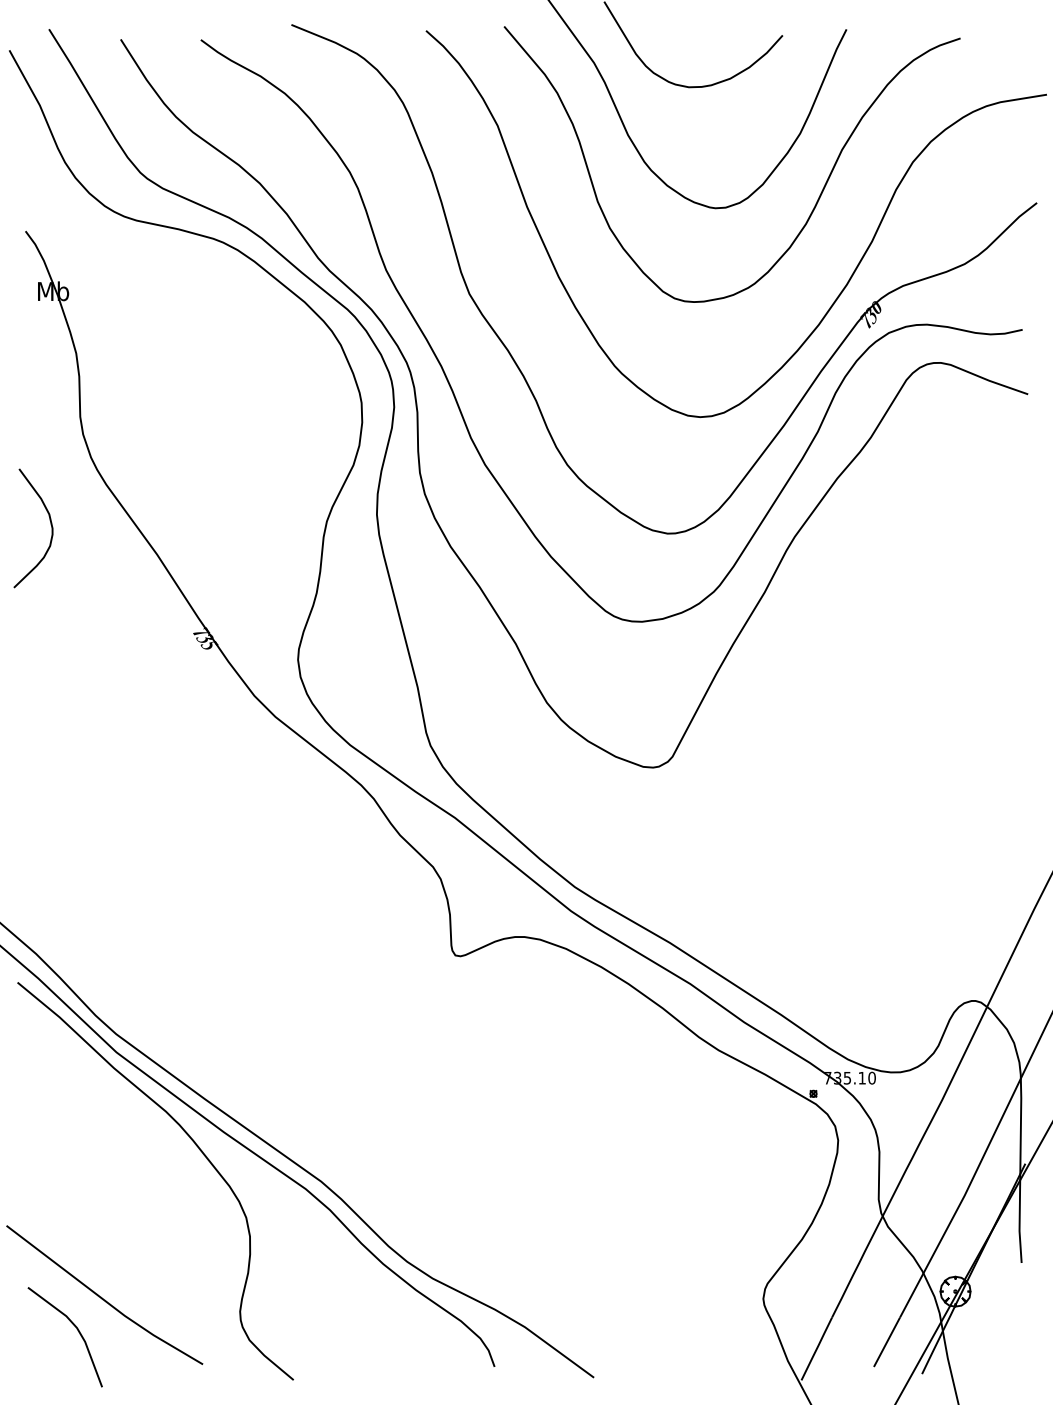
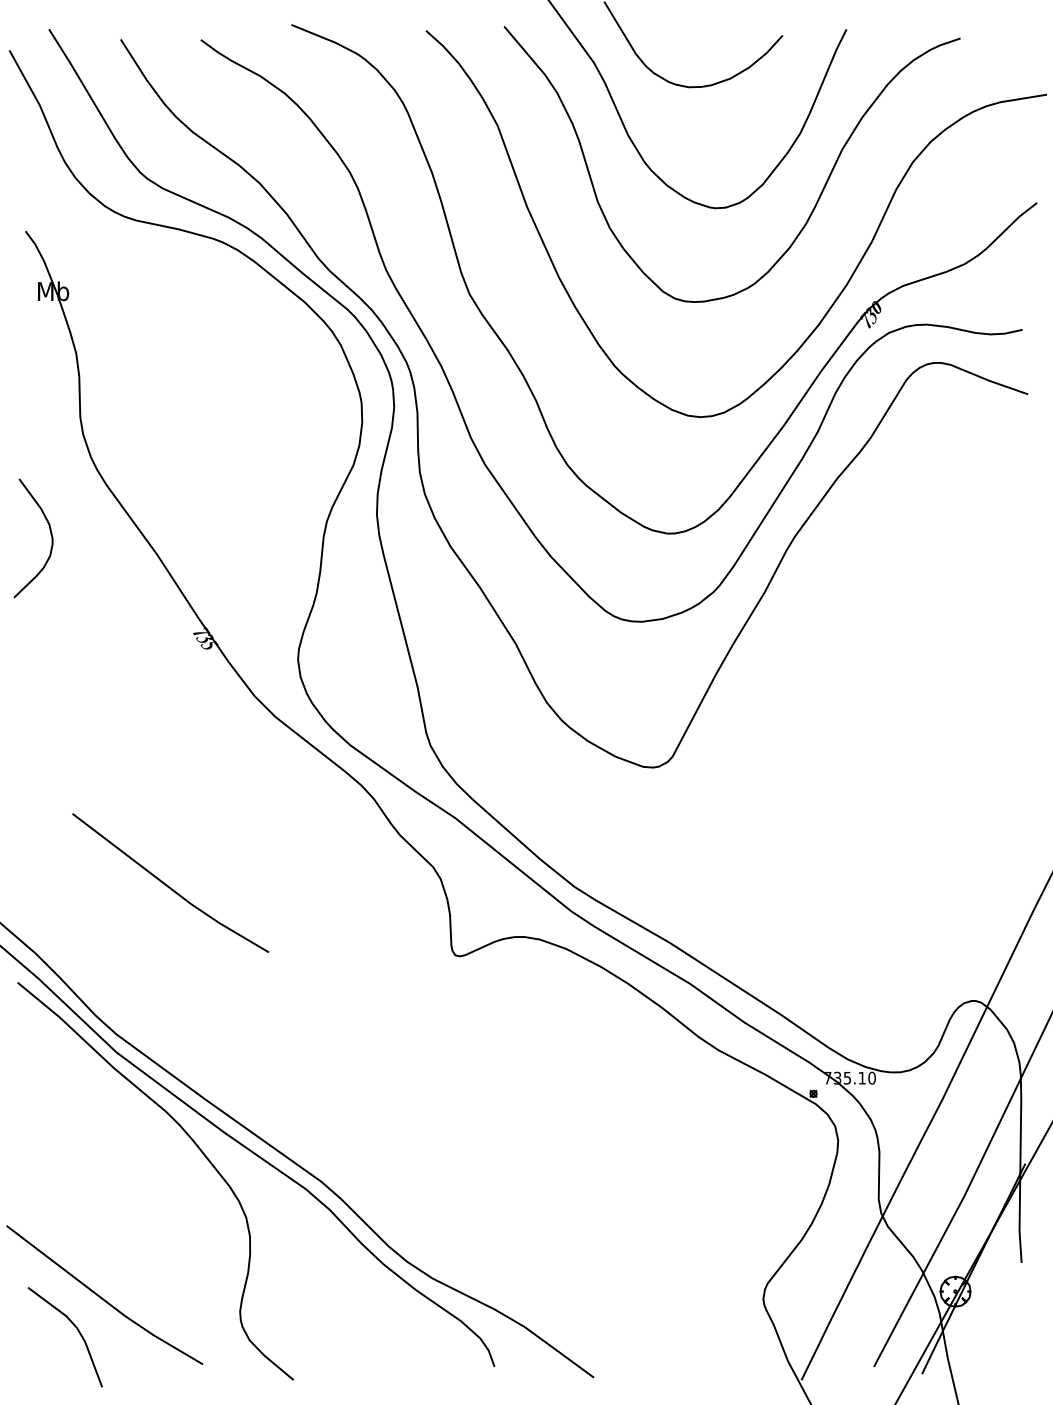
curve at (50, 524) position: (50, 524) -> (50, 534)
line at (167, 884): none -> present
